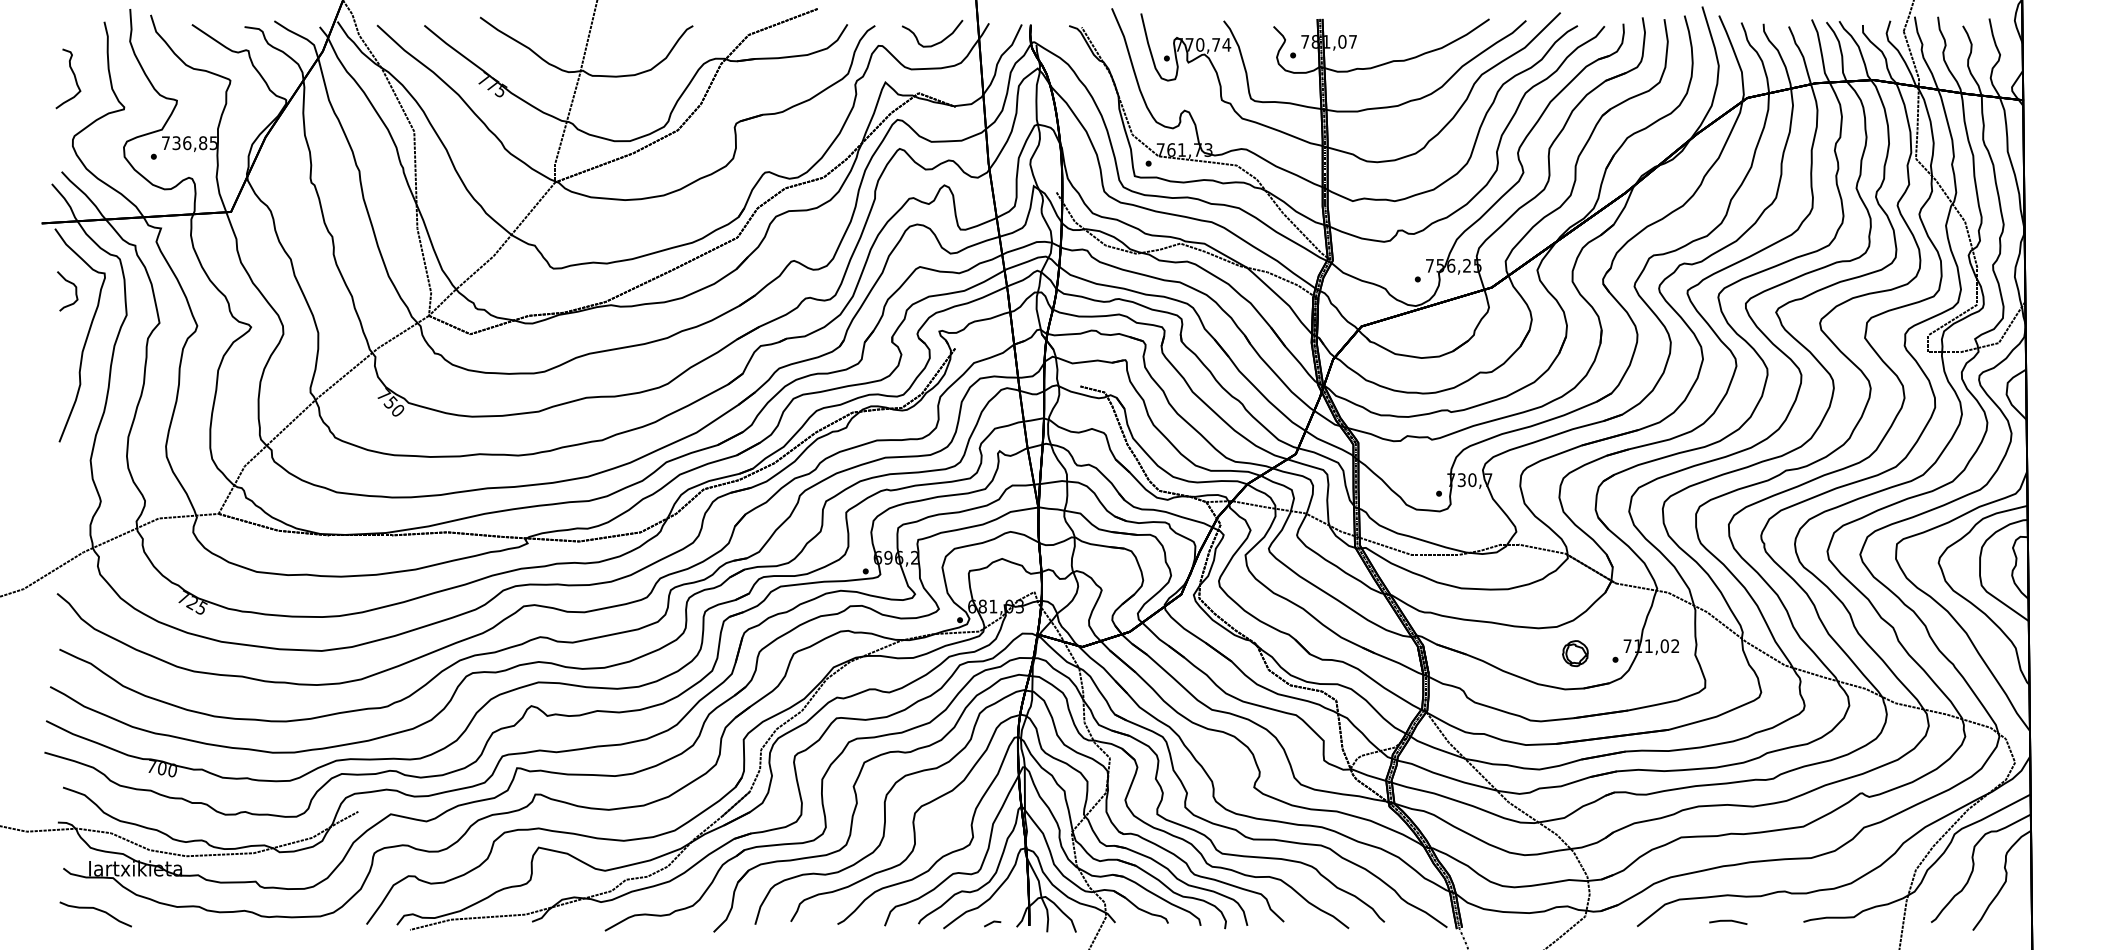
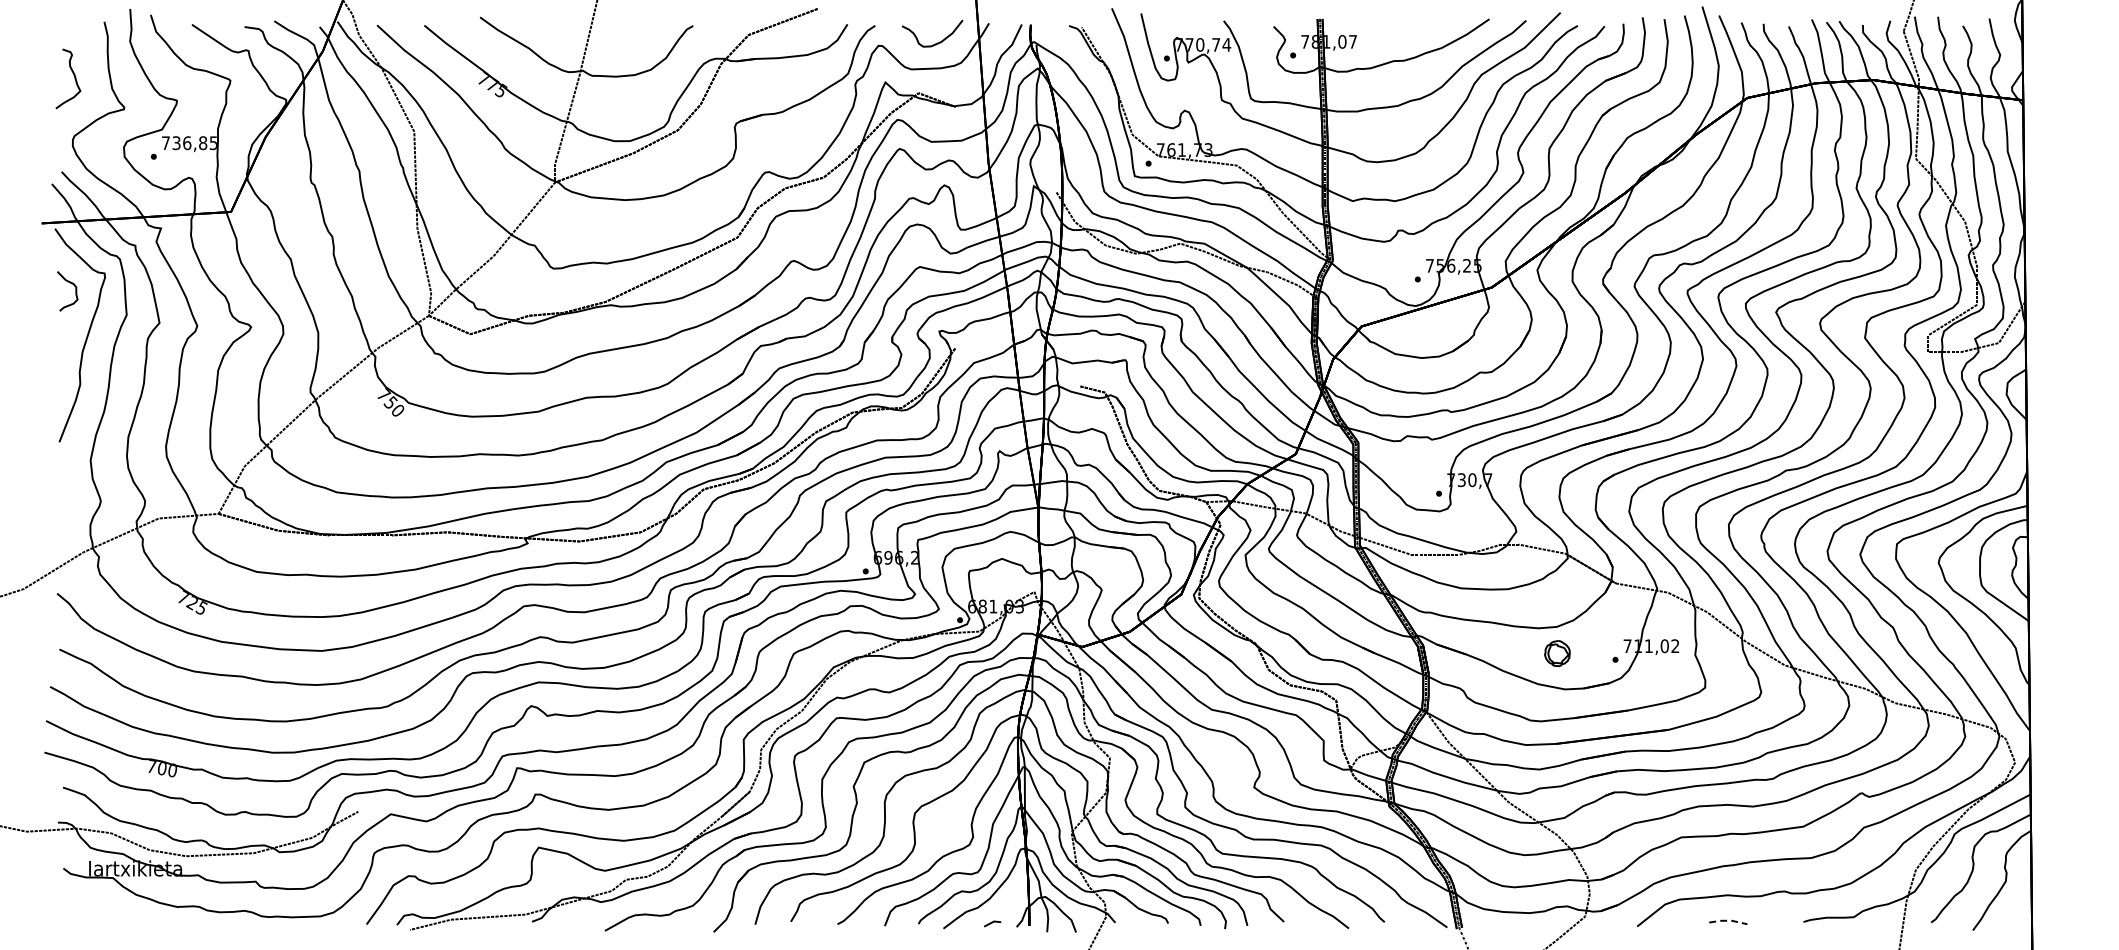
part at (1575, 653) position: (1575, 653) -> (1557, 653)
curve at (97, 910): present -> none
line at (1728, 920): solid -> dashed
